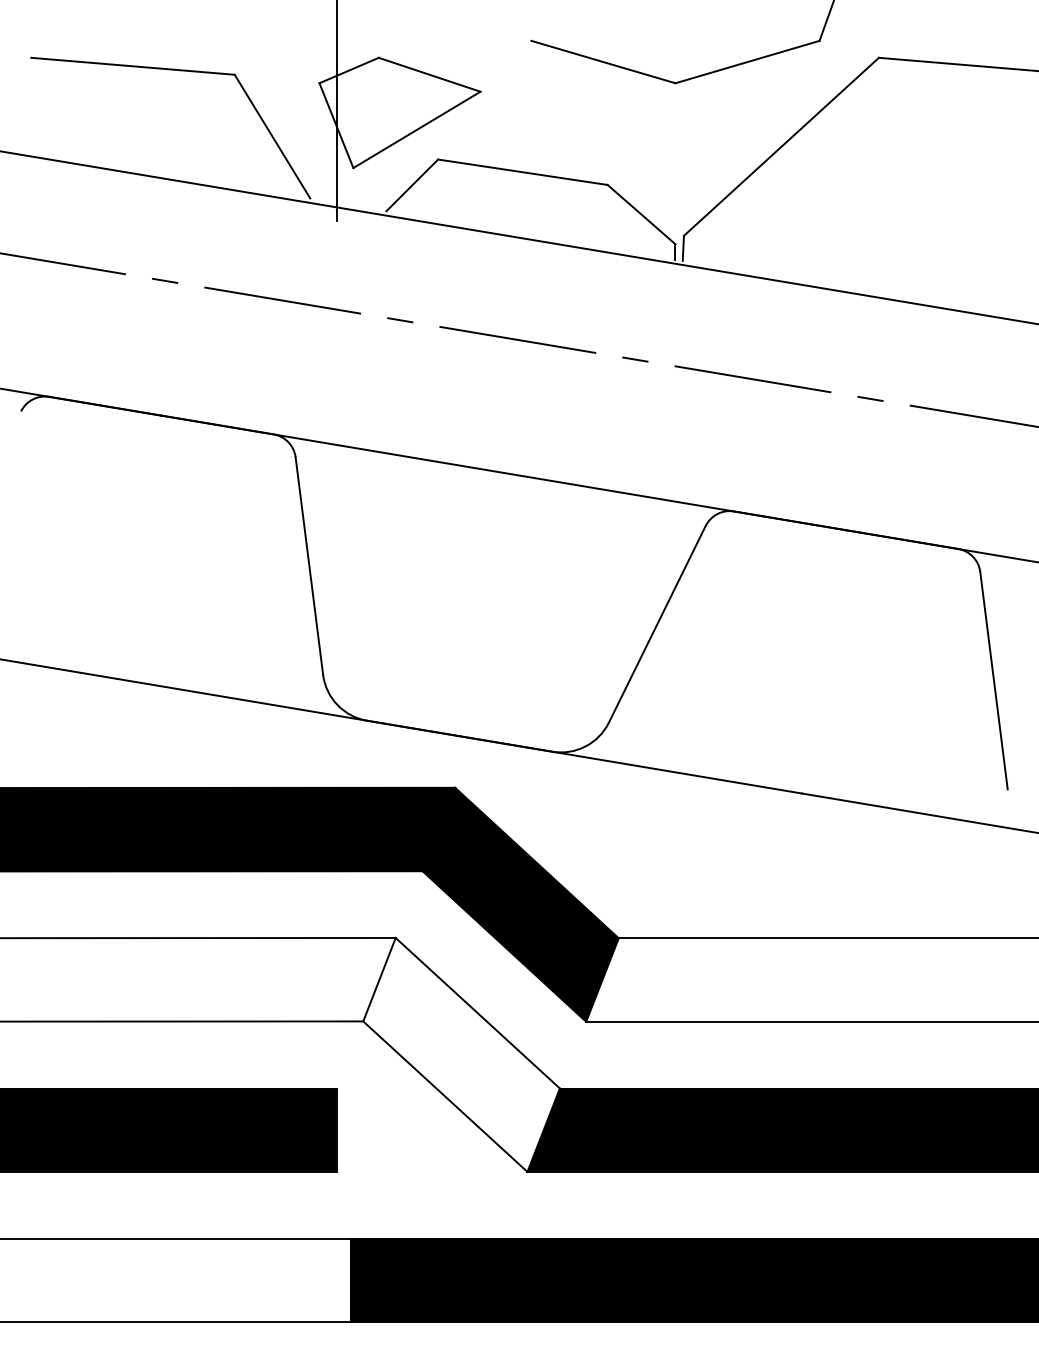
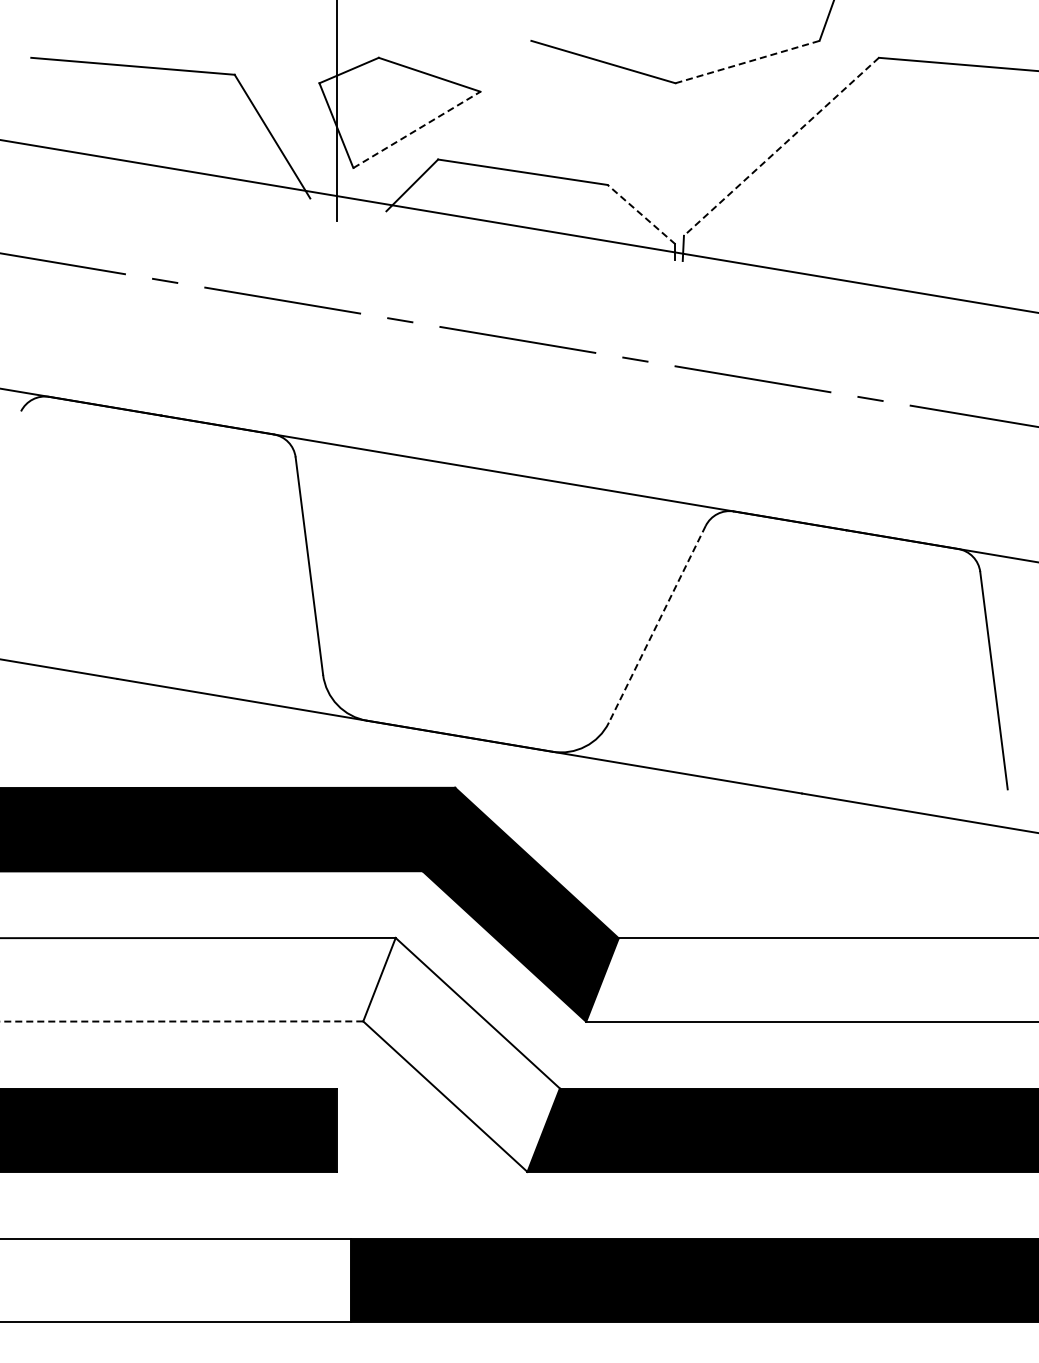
line at (748, 61): solid -> dashed
line at (417, 129): solid -> dashed
line at (781, 146): solid -> dashed
line at (641, 214): solid -> dashed
line at (518, 237) position: (518, 237) -> (518, 226)
line at (657, 624): solid -> dashed
line at (181, 1021): solid -> dashed
